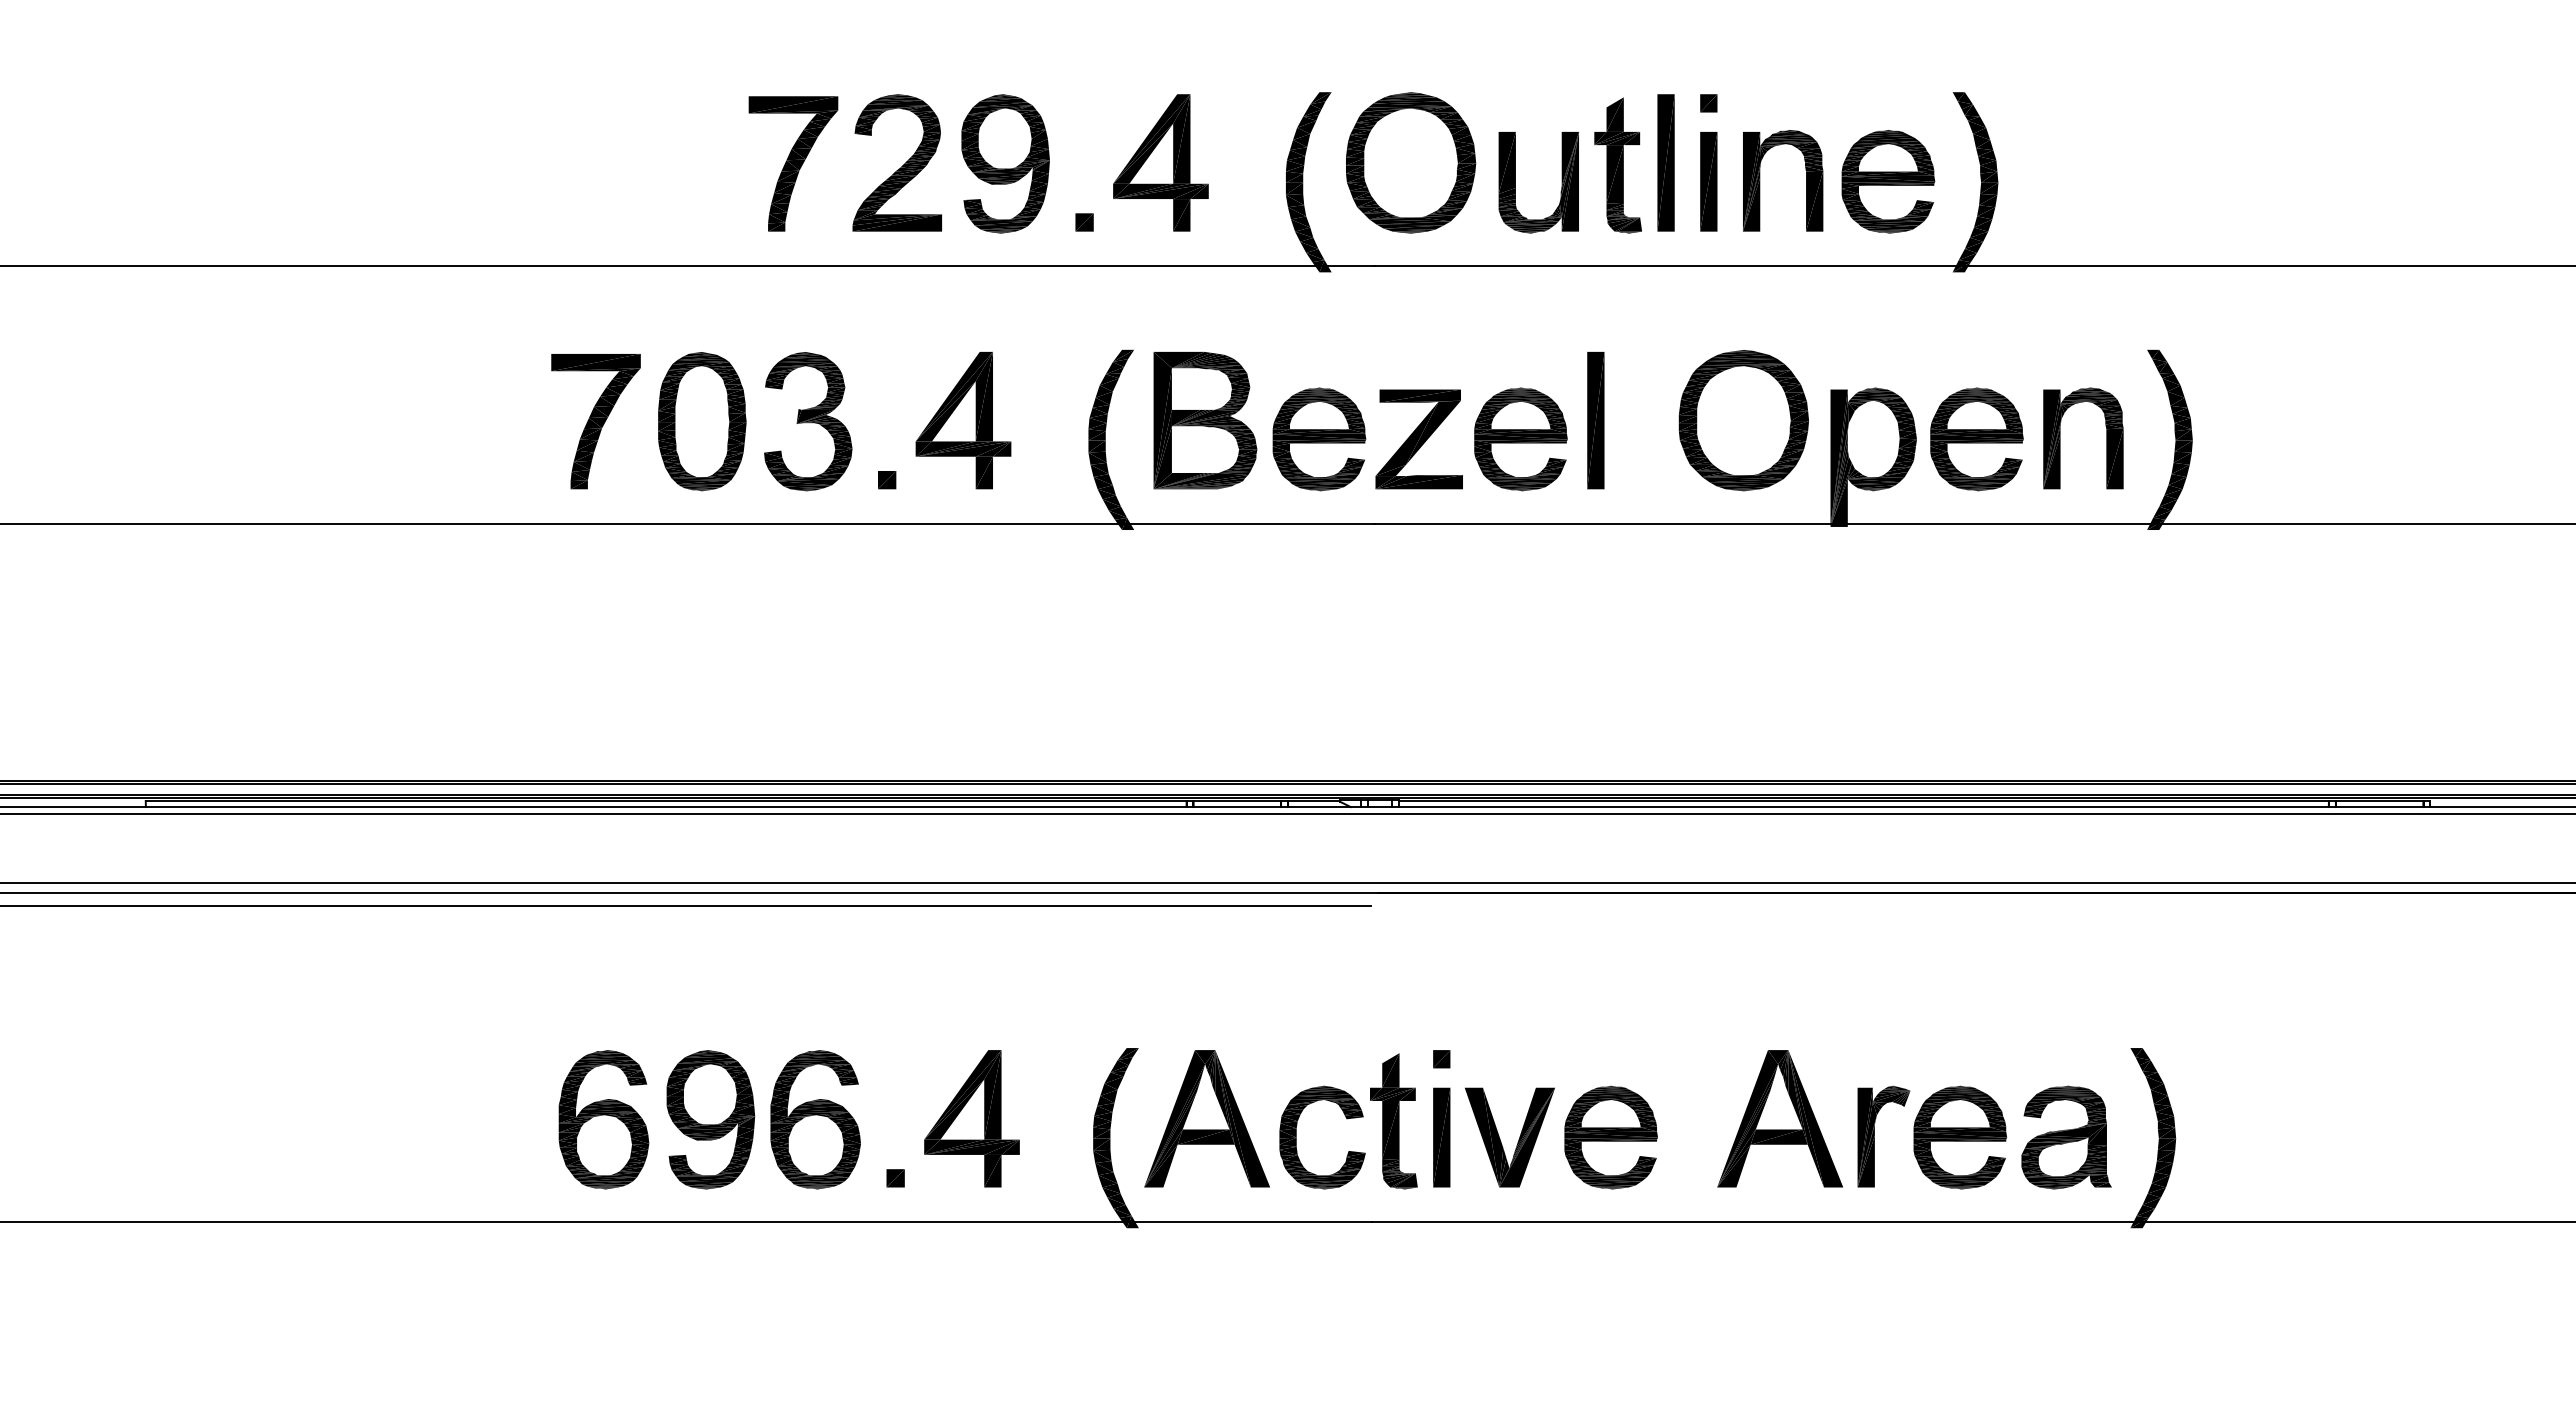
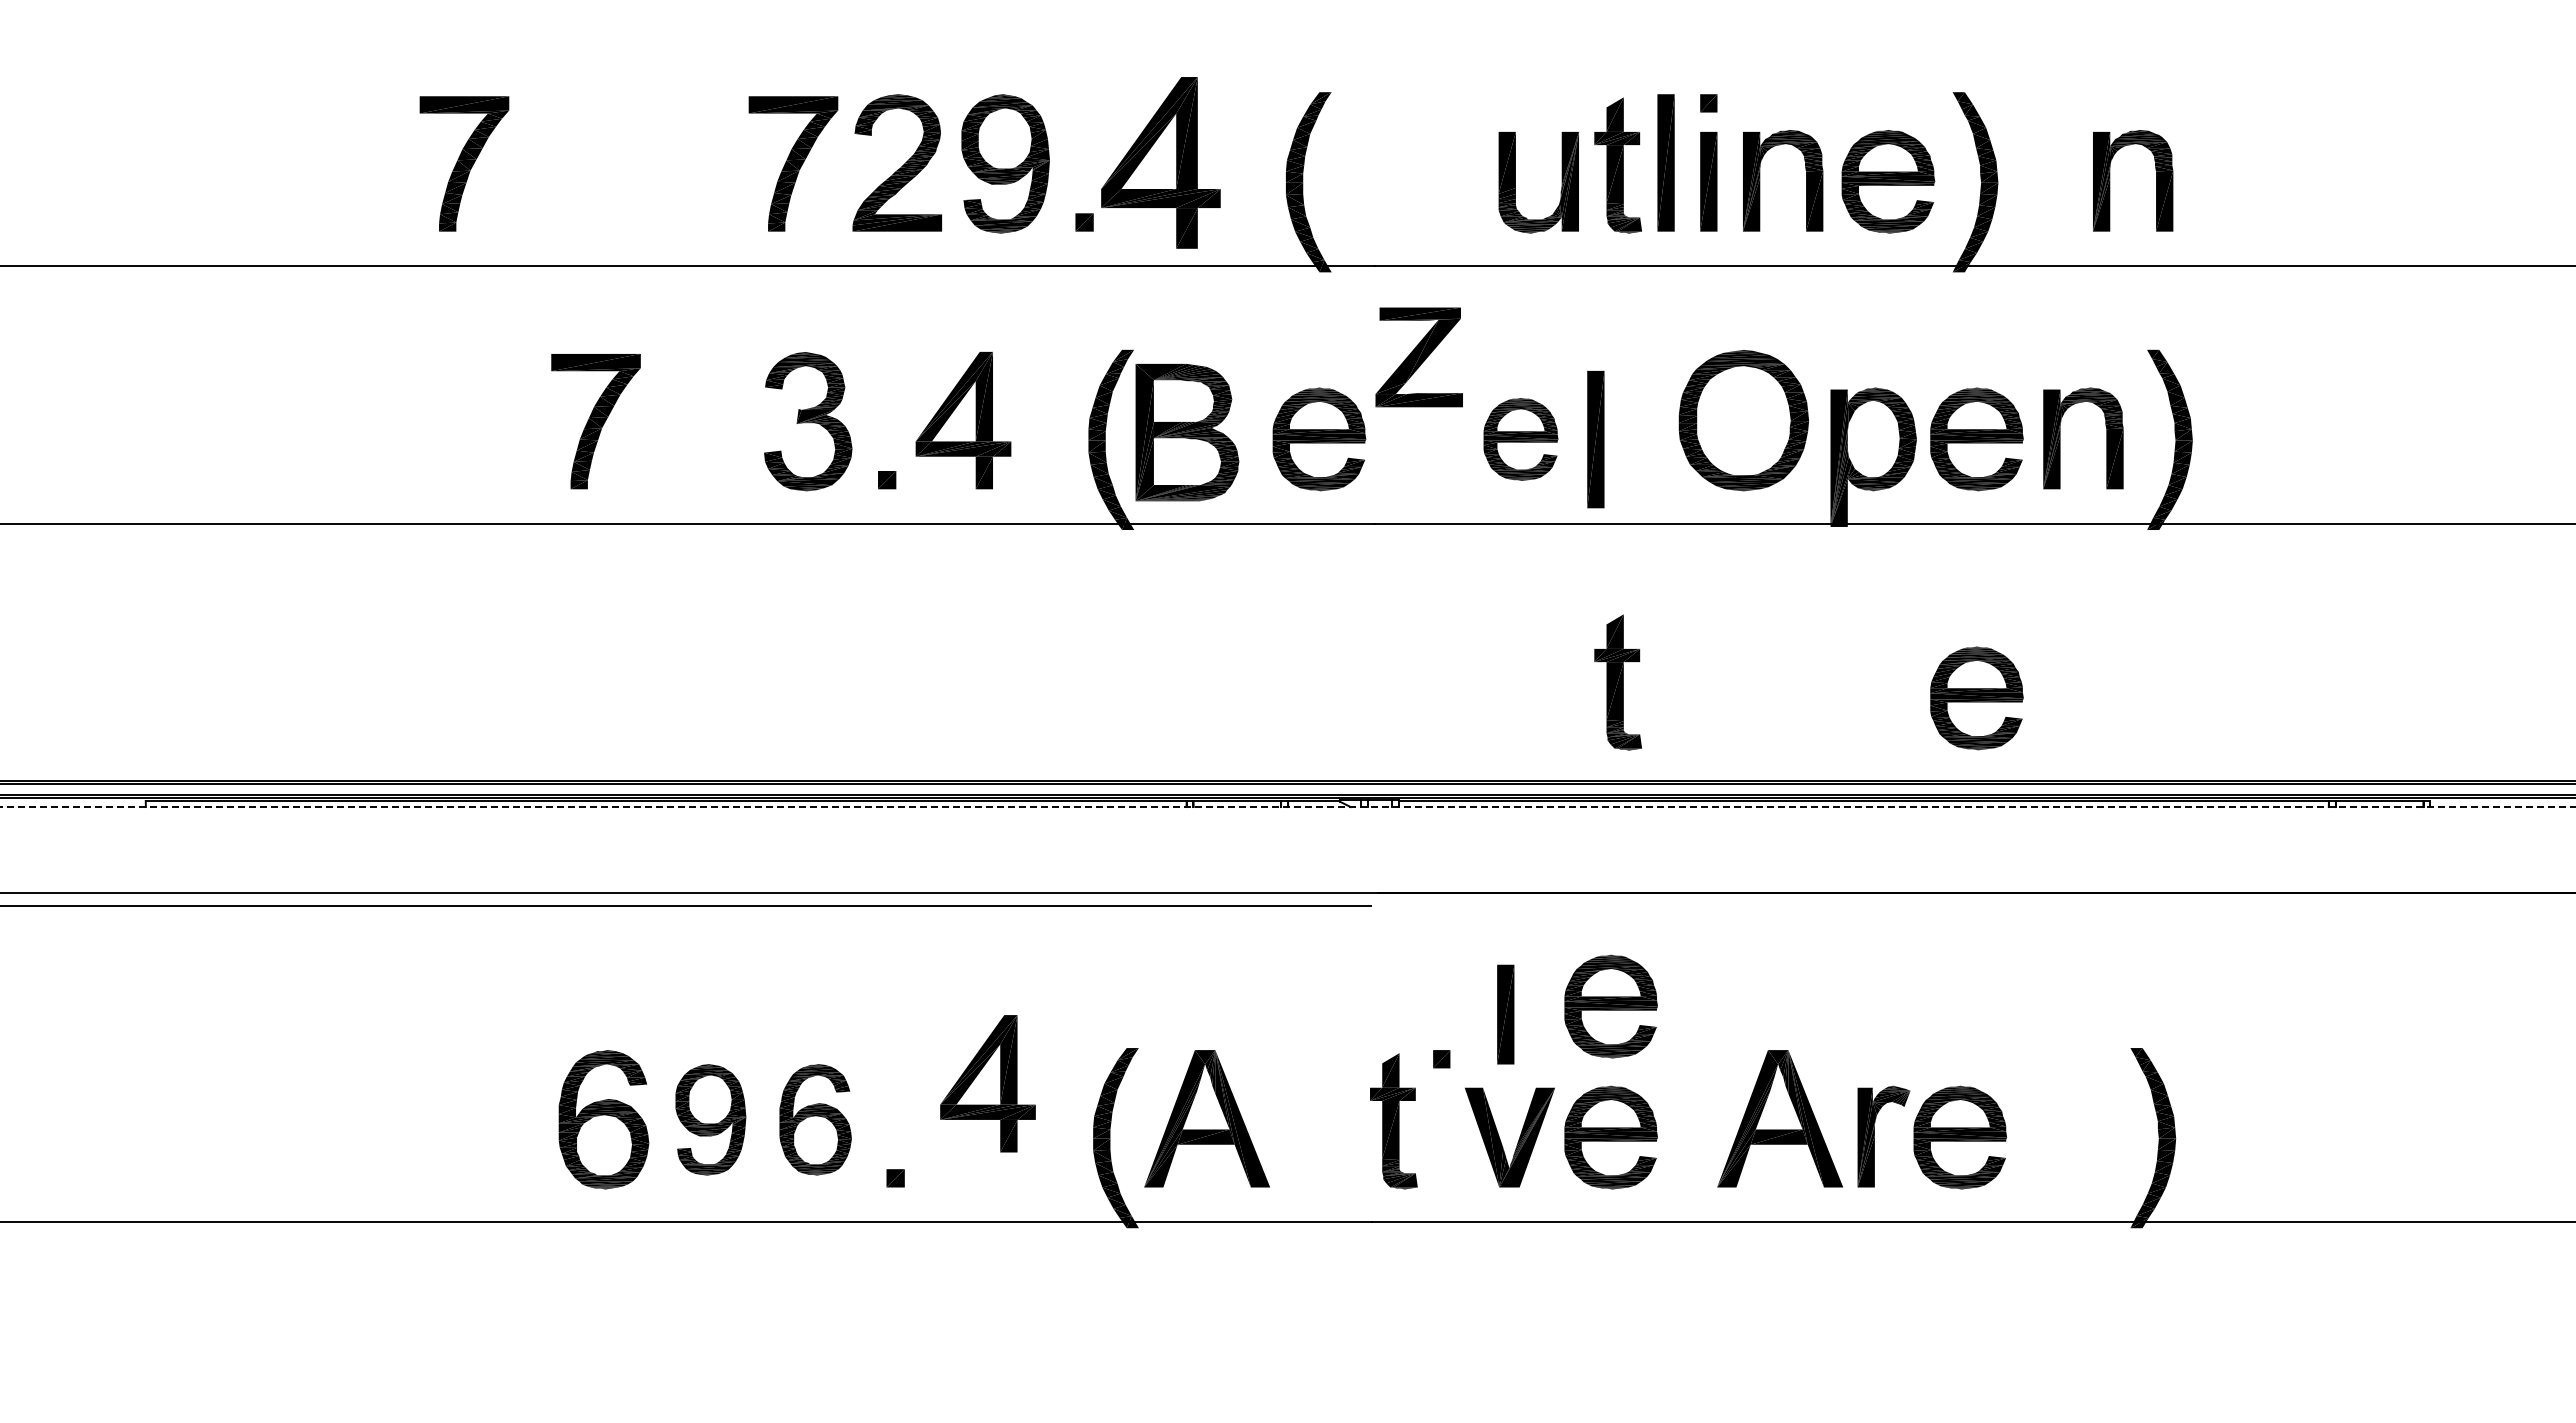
part at (1160, 162) size: 96x138 px -> 120x172 px
part at (1411, 162): present -> none
part at (464, 163): none -> present
part at (2110, 180): none -> present
part at (1205, 420) position: (1205, 420) -> (1187, 432)
part at (1595, 420) position: (1595, 420) -> (1595, 439)
part at (702, 421): present -> none
part at (1418, 439) position: (1418, 439) -> (1418, 357)
part at (1520, 439) size: 94x105 px -> 76x83 px
part at (1617, 682): none -> present
part at (1976, 698): none -> present
line at (1288, 807): solid -> dashed
line at (1287, 813): present -> none
line at (1287, 882): present -> none
part at (1610, 1006): none -> present
part at (971, 1118) position: (971, 1118) -> (987, 1083)
part at (710, 1119) size: 90x140 px -> 72x112 px
part at (815, 1119) size: 91x140 px -> 73x112 px
part at (1296, 1137): present -> none
part at (1441, 1137) position: (1441, 1137) -> (1505, 1014)
part at (2066, 1137): present -> none
